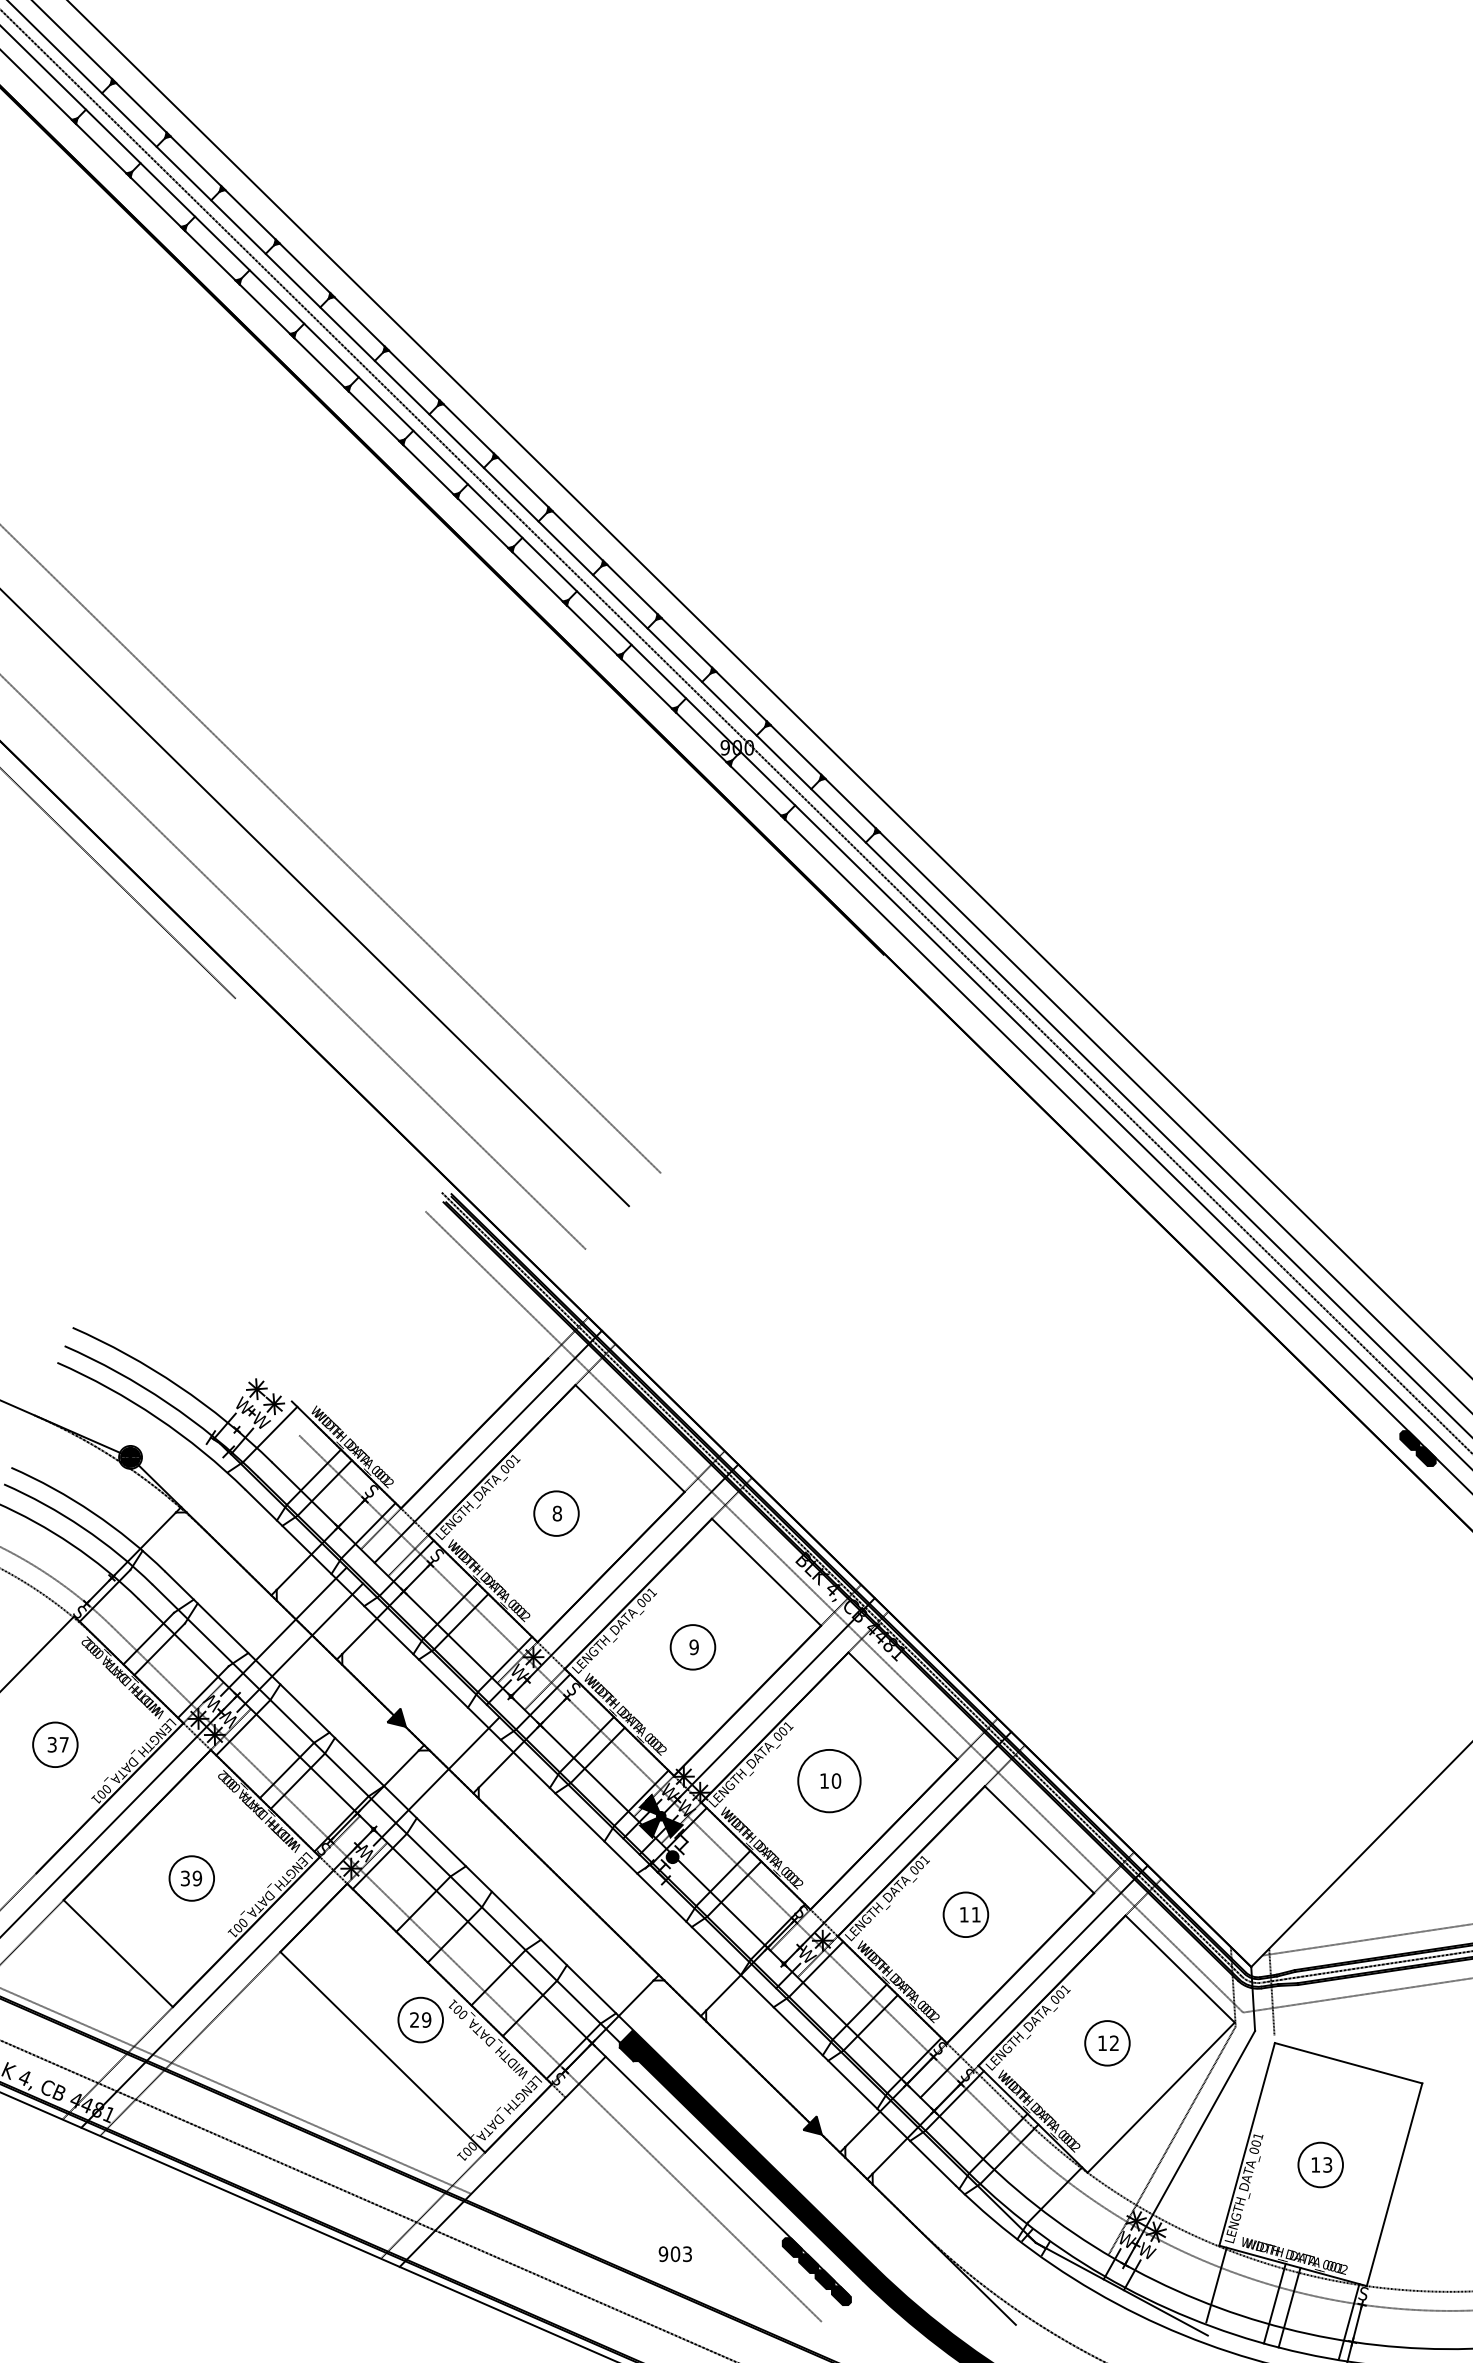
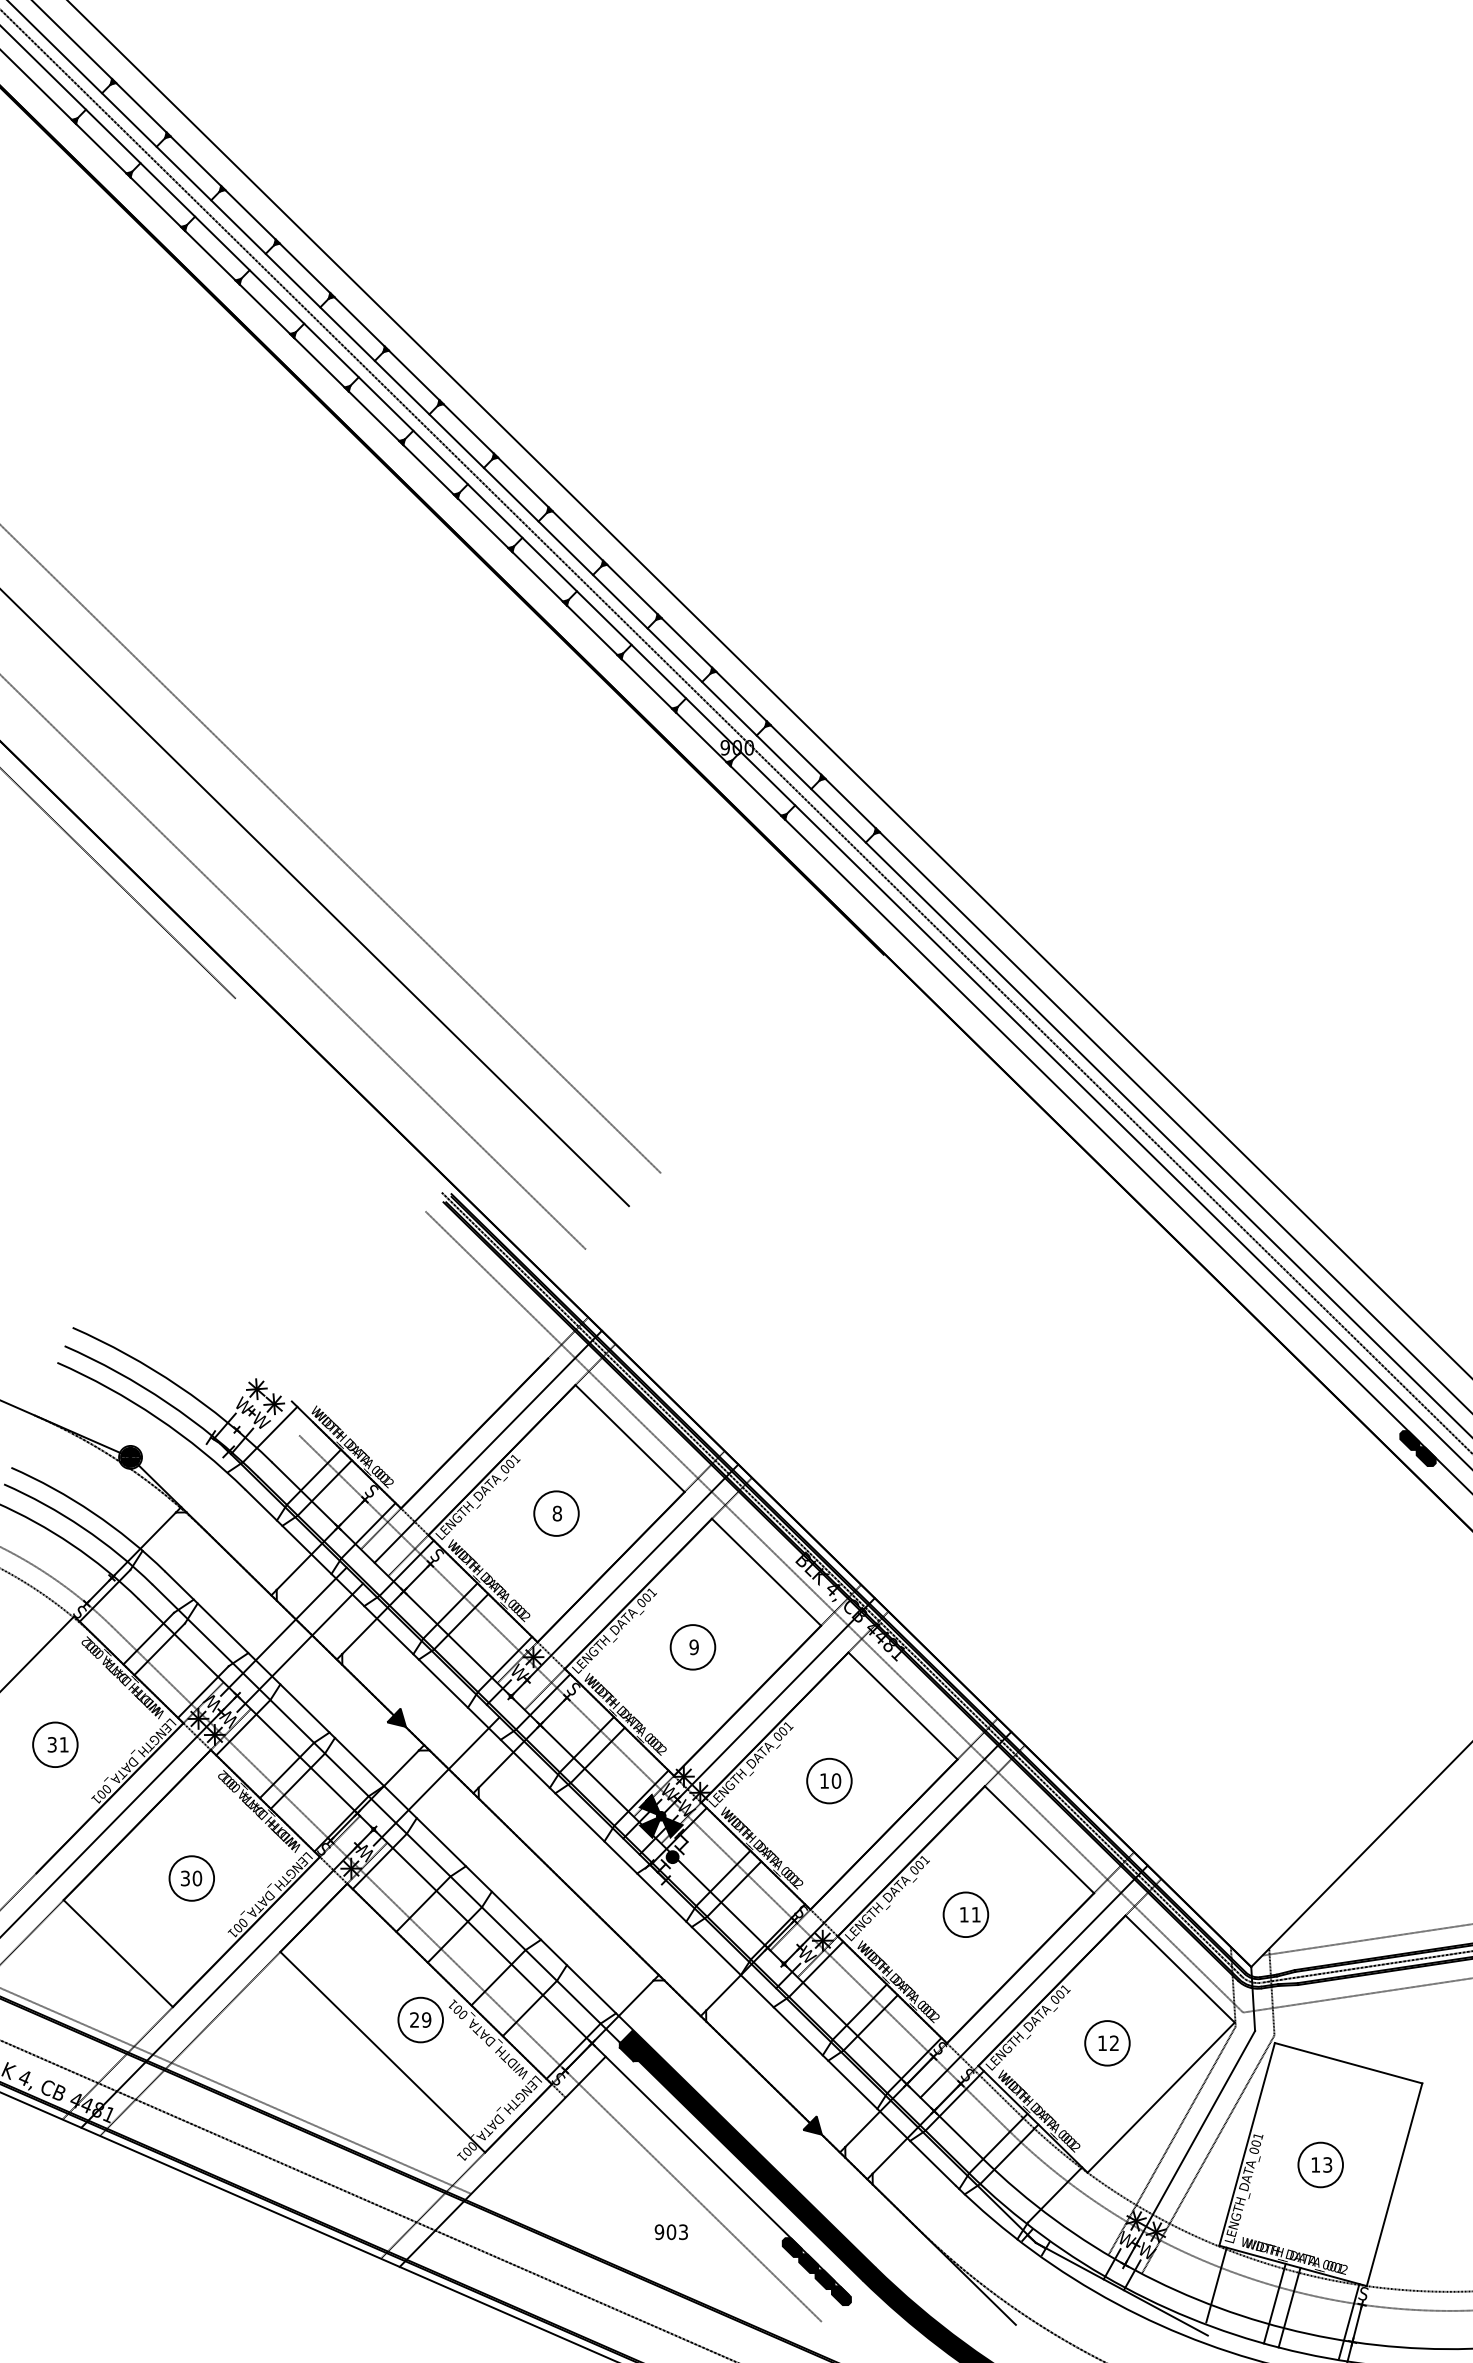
text at (63, 1744): 37 -> 31
circle at (829, 1780) diameter: 62 px -> 45 px
text at (196, 1878): 39 -> 30
line at (1207, 2154): none -> present
text at (674, 2254) position: (674, 2254) -> (670, 2232)
